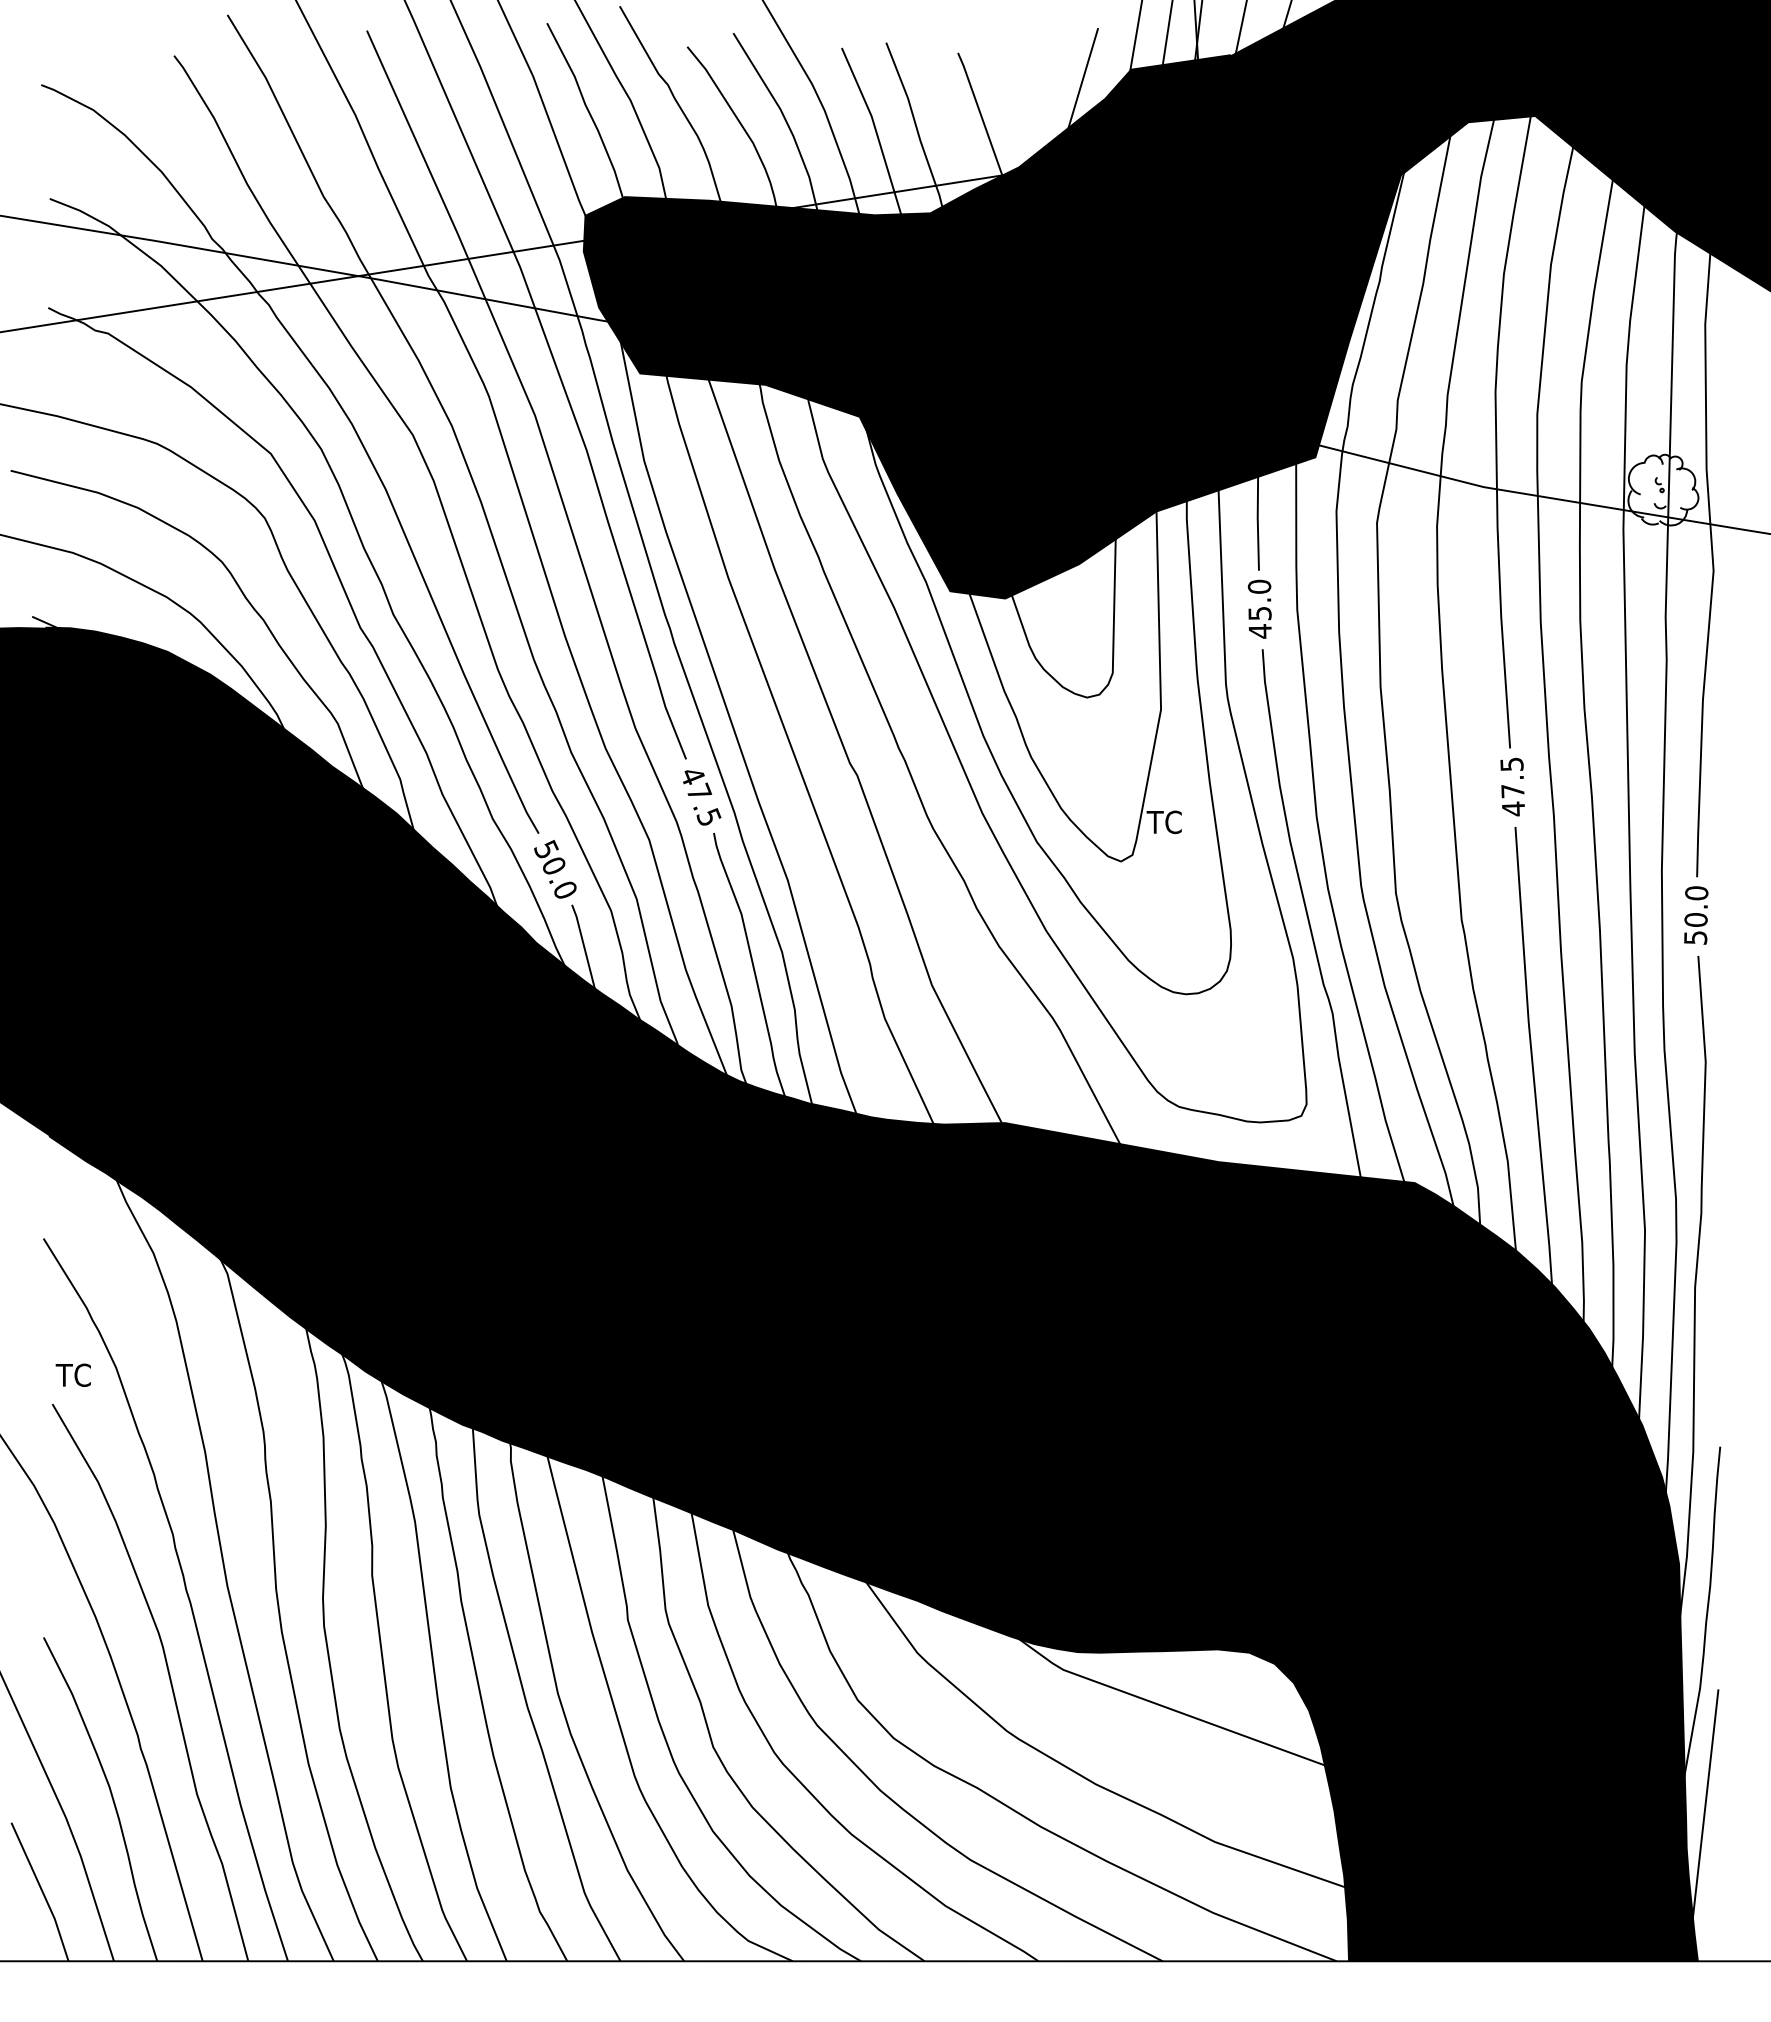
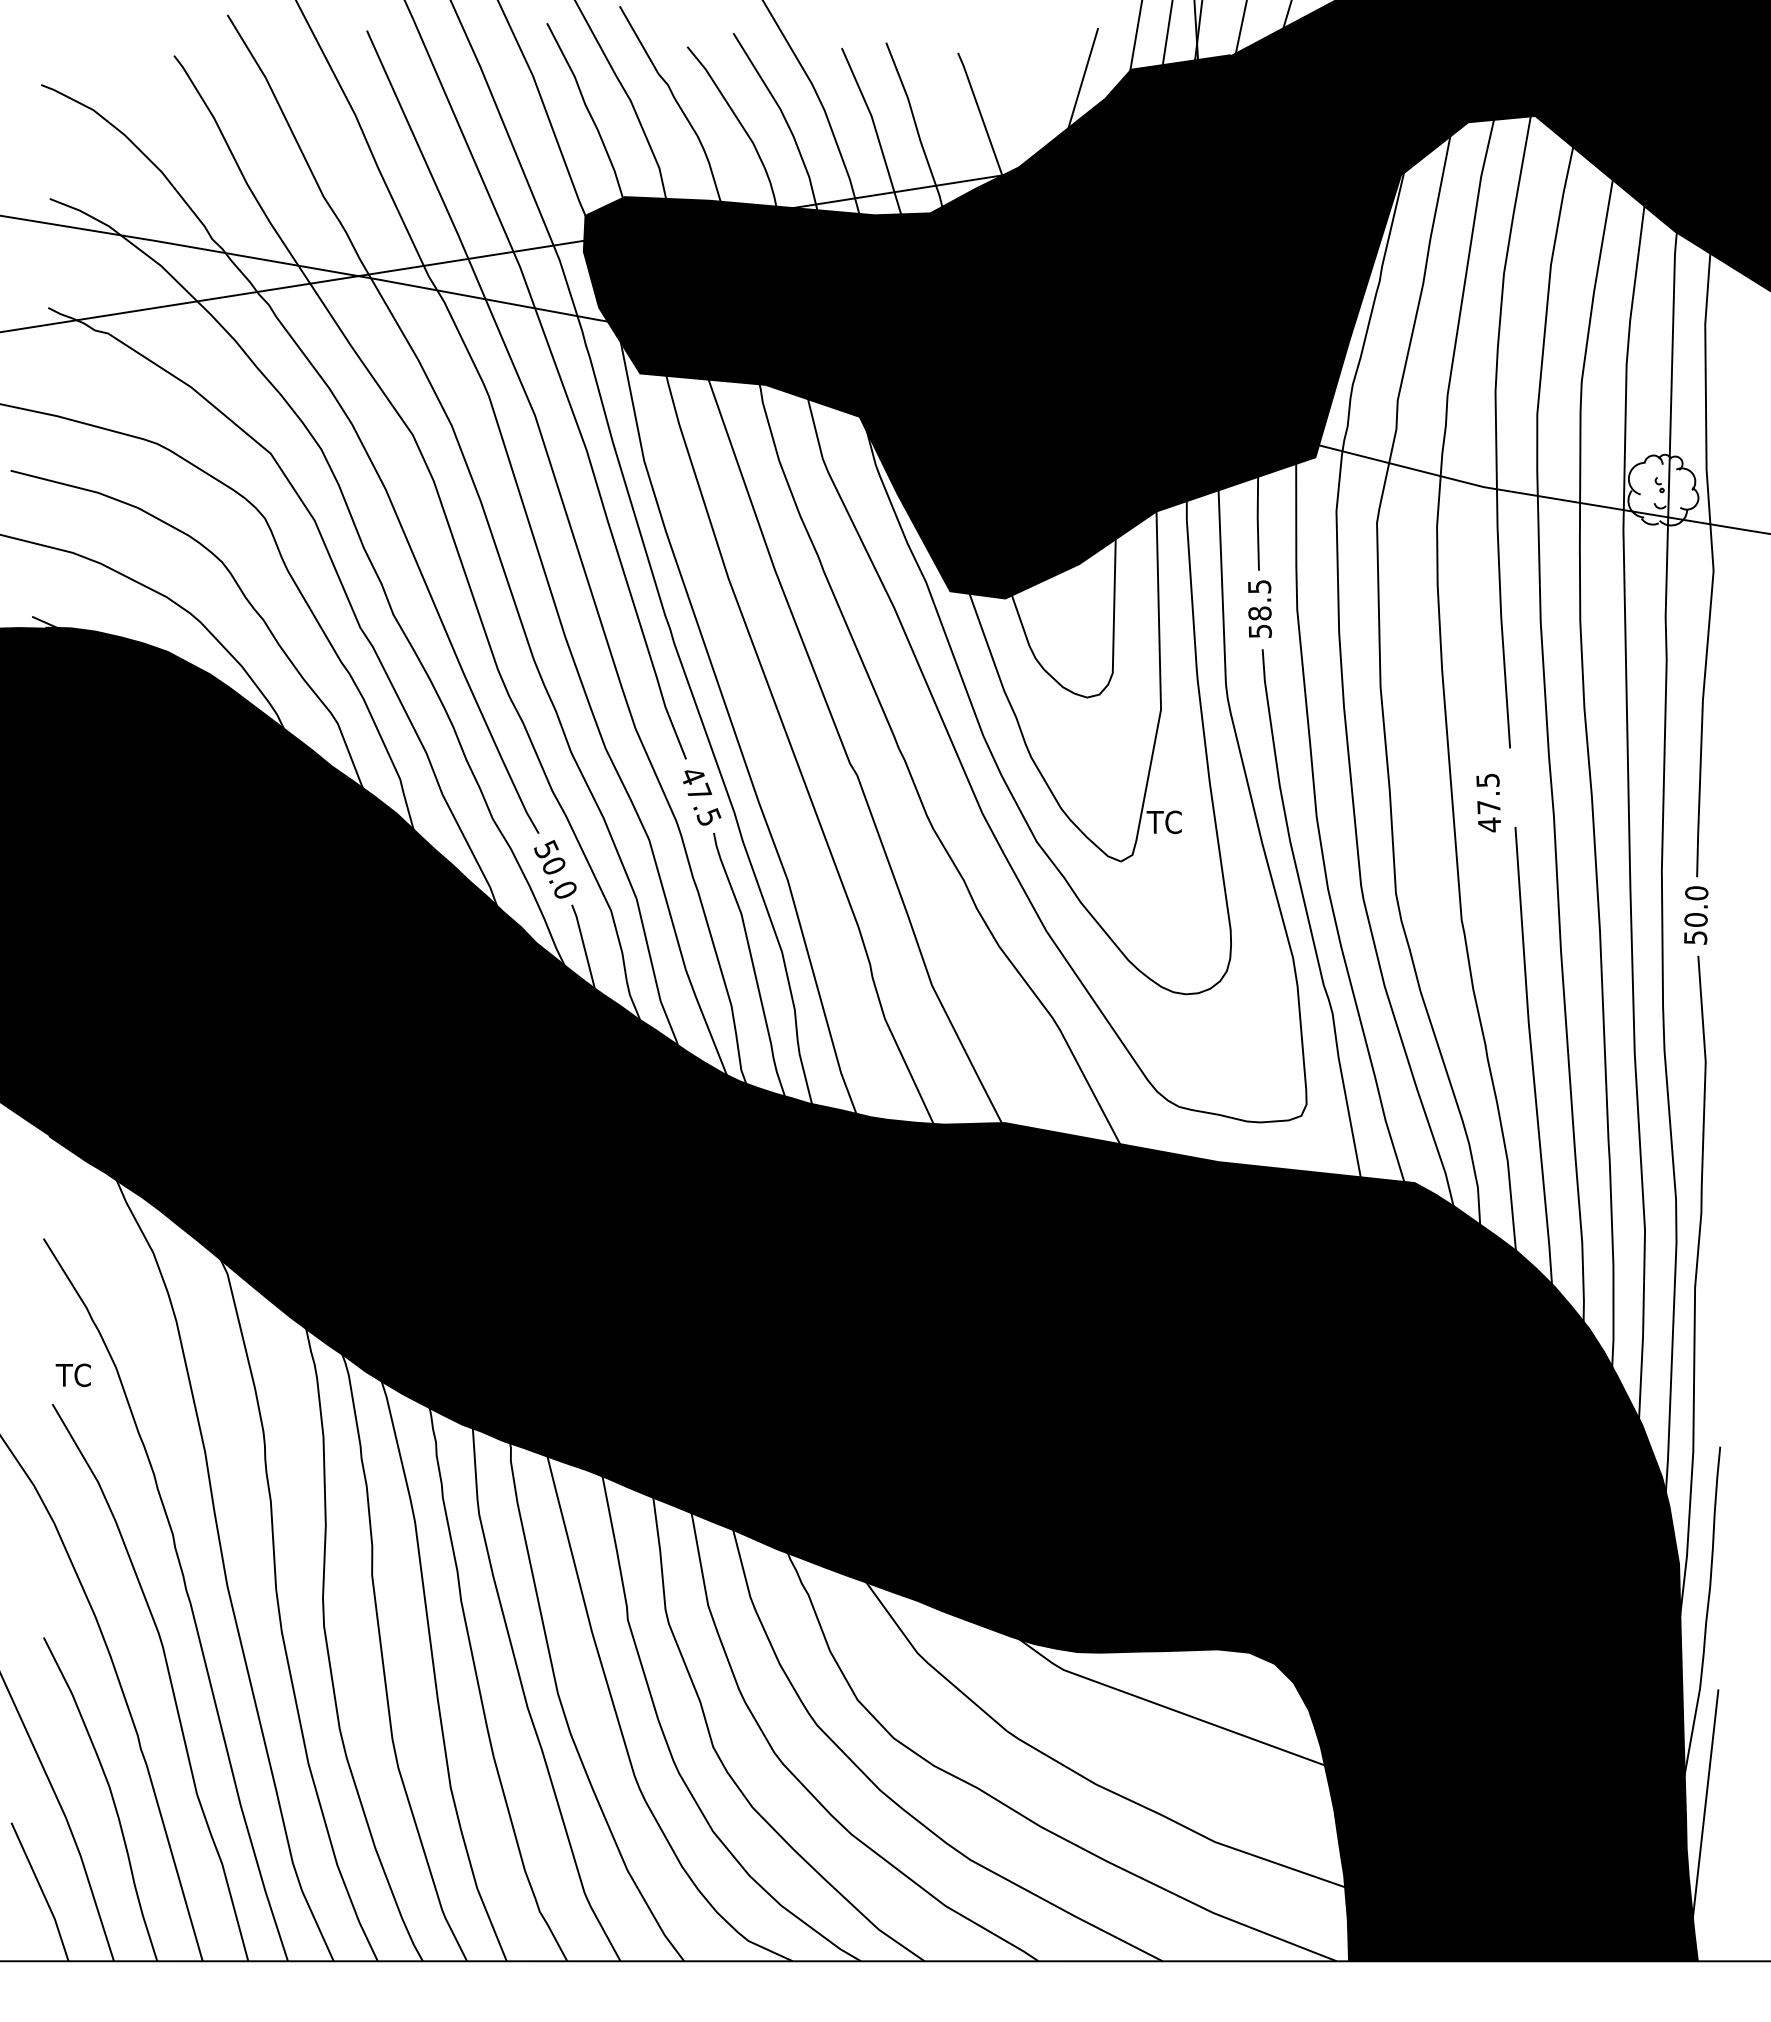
text at (1259, 608): 45.0 -> 58.5
text at (1512, 787) position: (1512, 787) -> (1488, 803)
